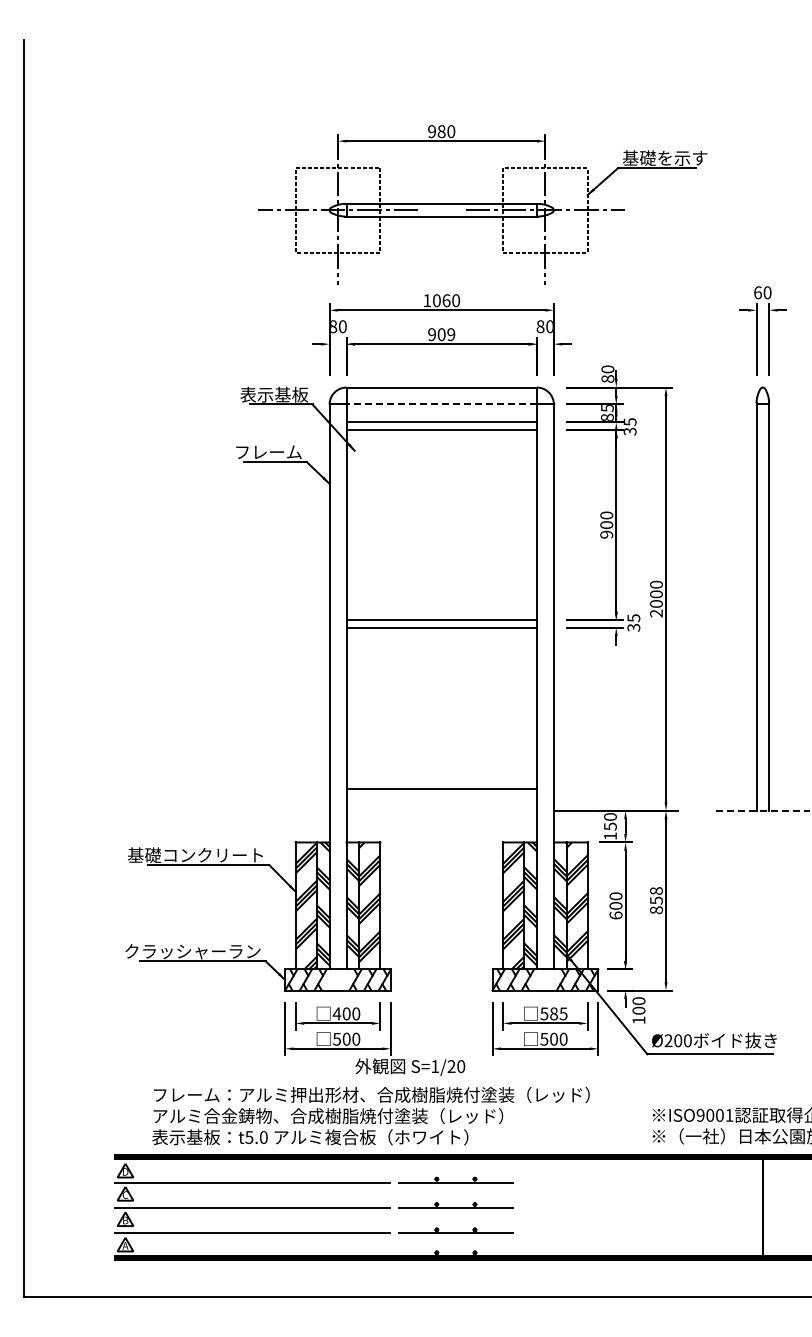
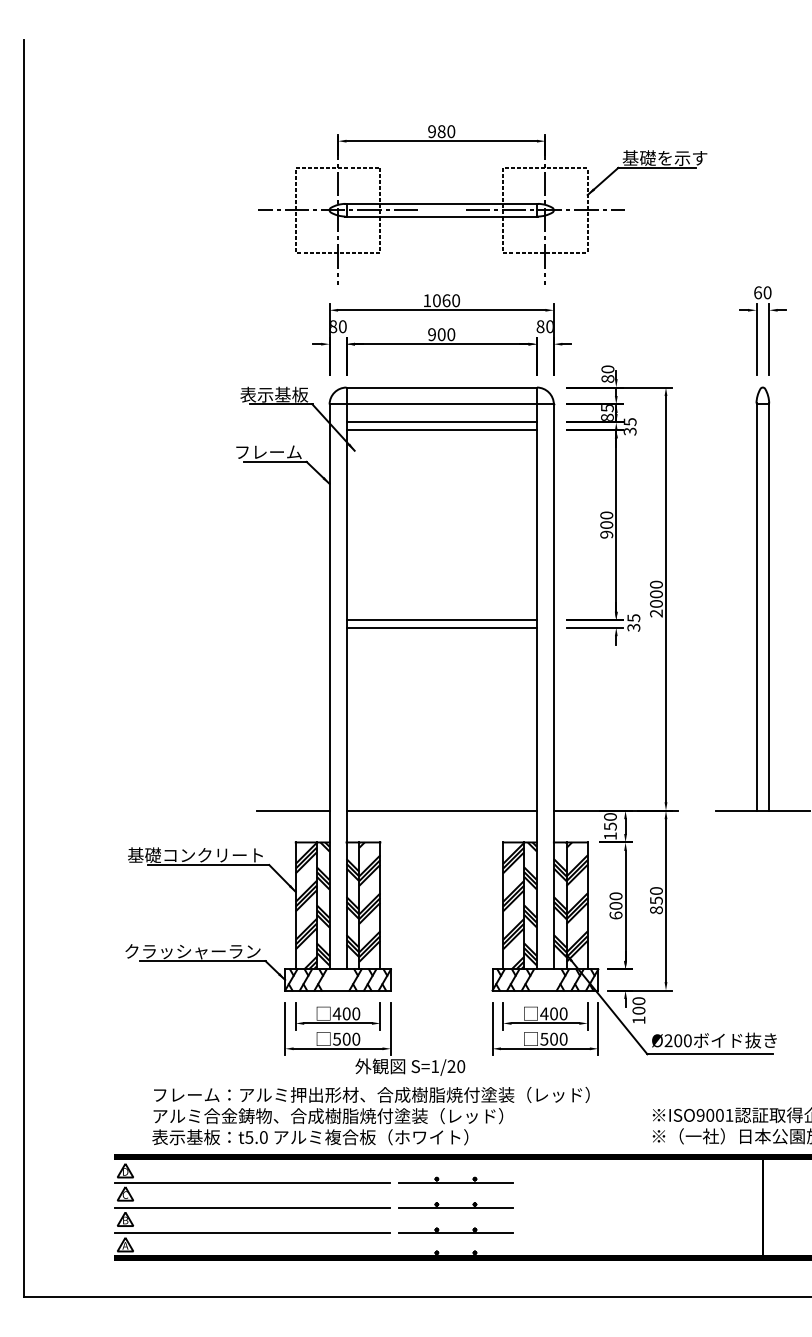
text at (451, 334): 909 -> 900
line at (441, 404): dashed -> solid
line at (441, 788) position: (441, 788) -> (441, 810)
line at (293, 810): none -> present
line at (763, 810): dashed -> solid
text at (656, 890): 858 -> 850
text at (553, 1013): 585 -> 400
